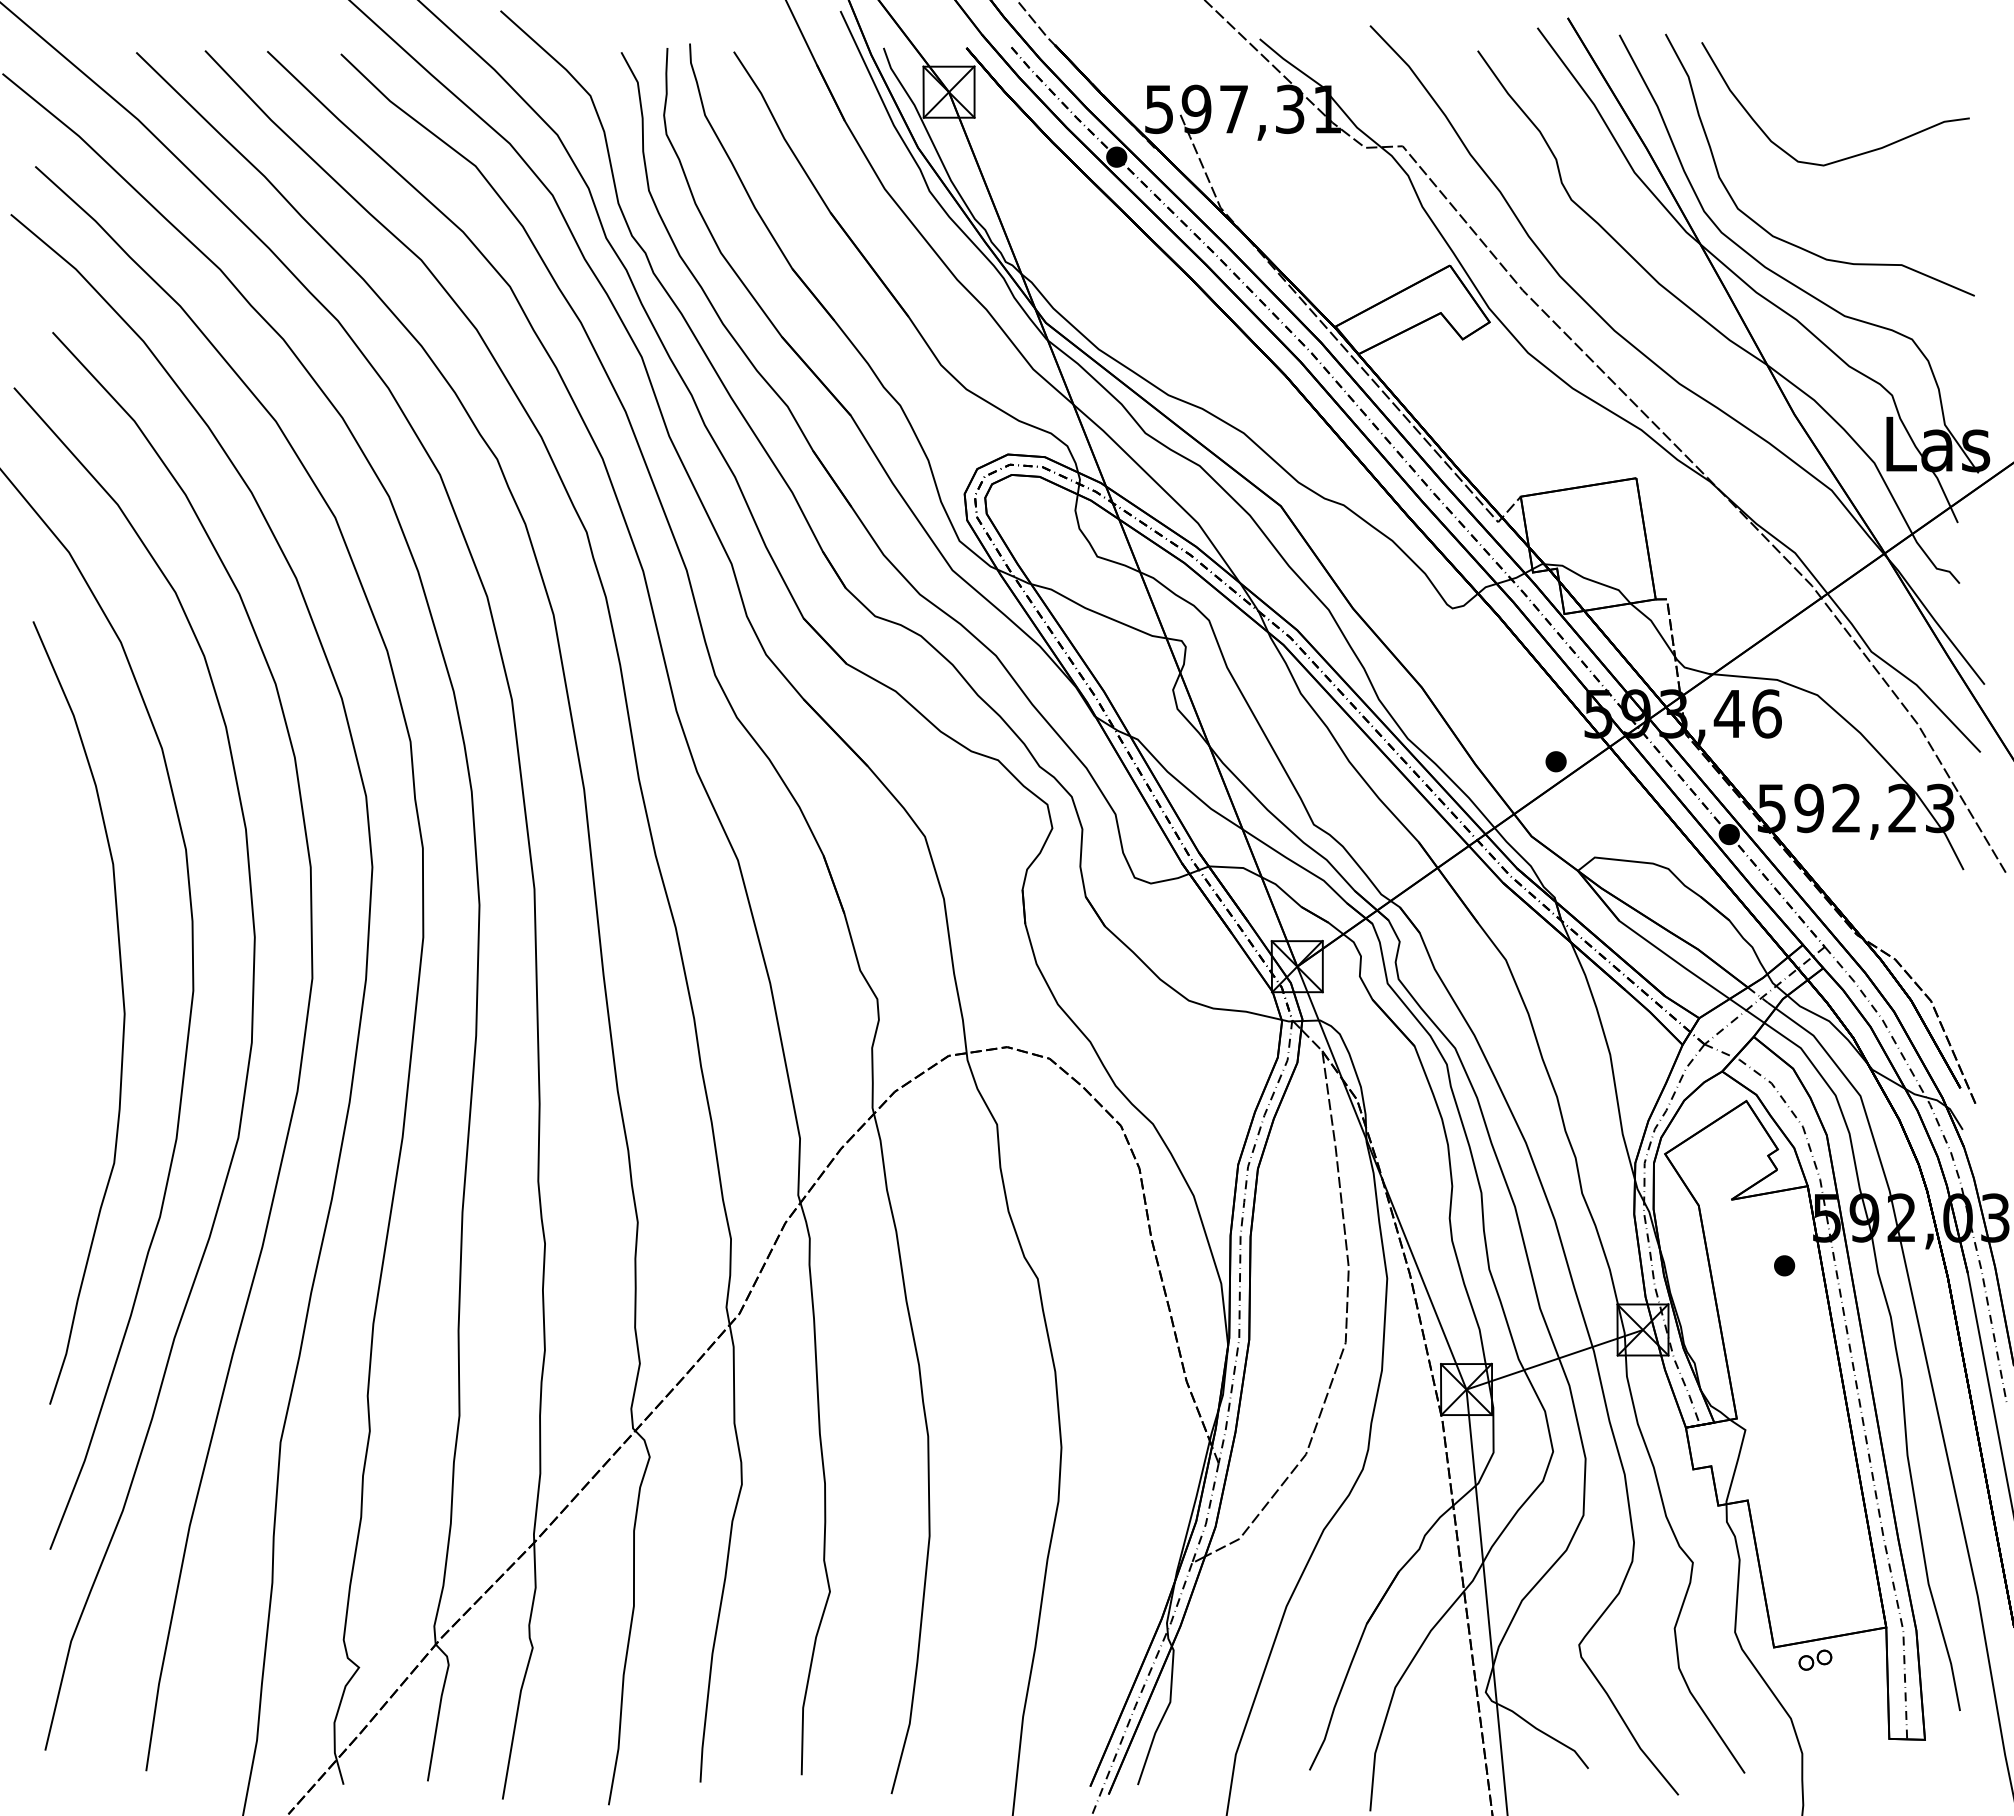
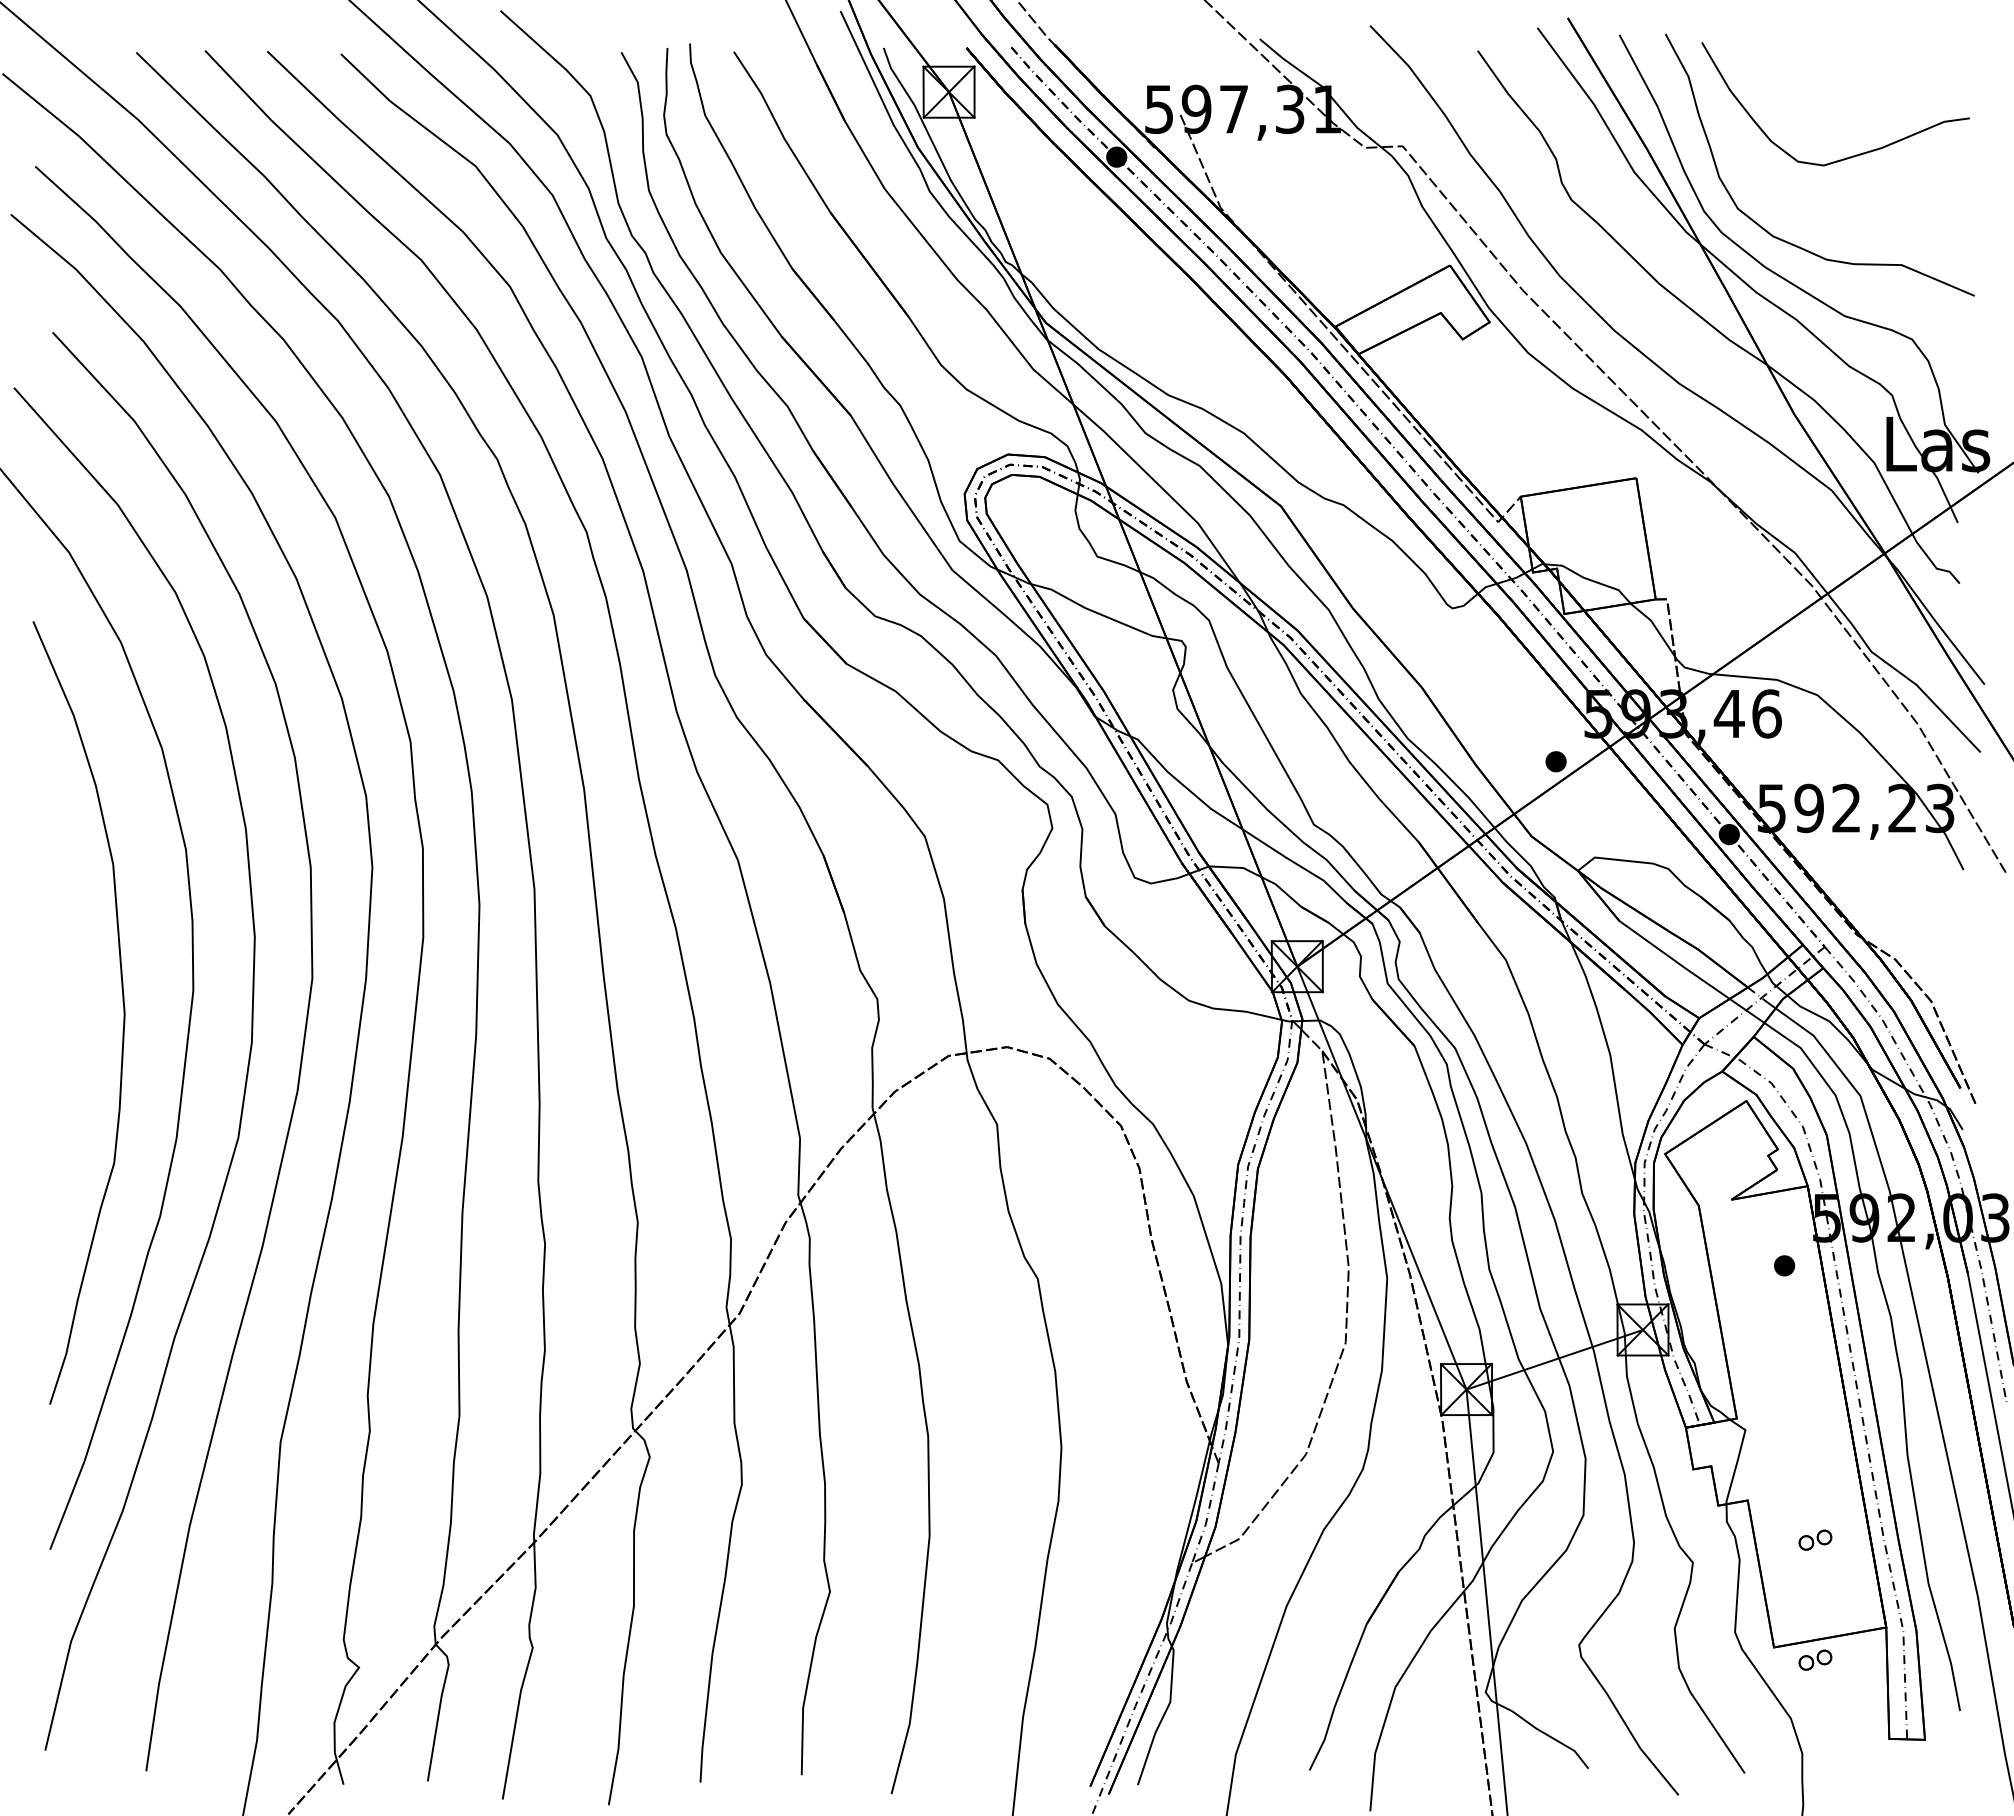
part at (1815, 1539): none -> present
